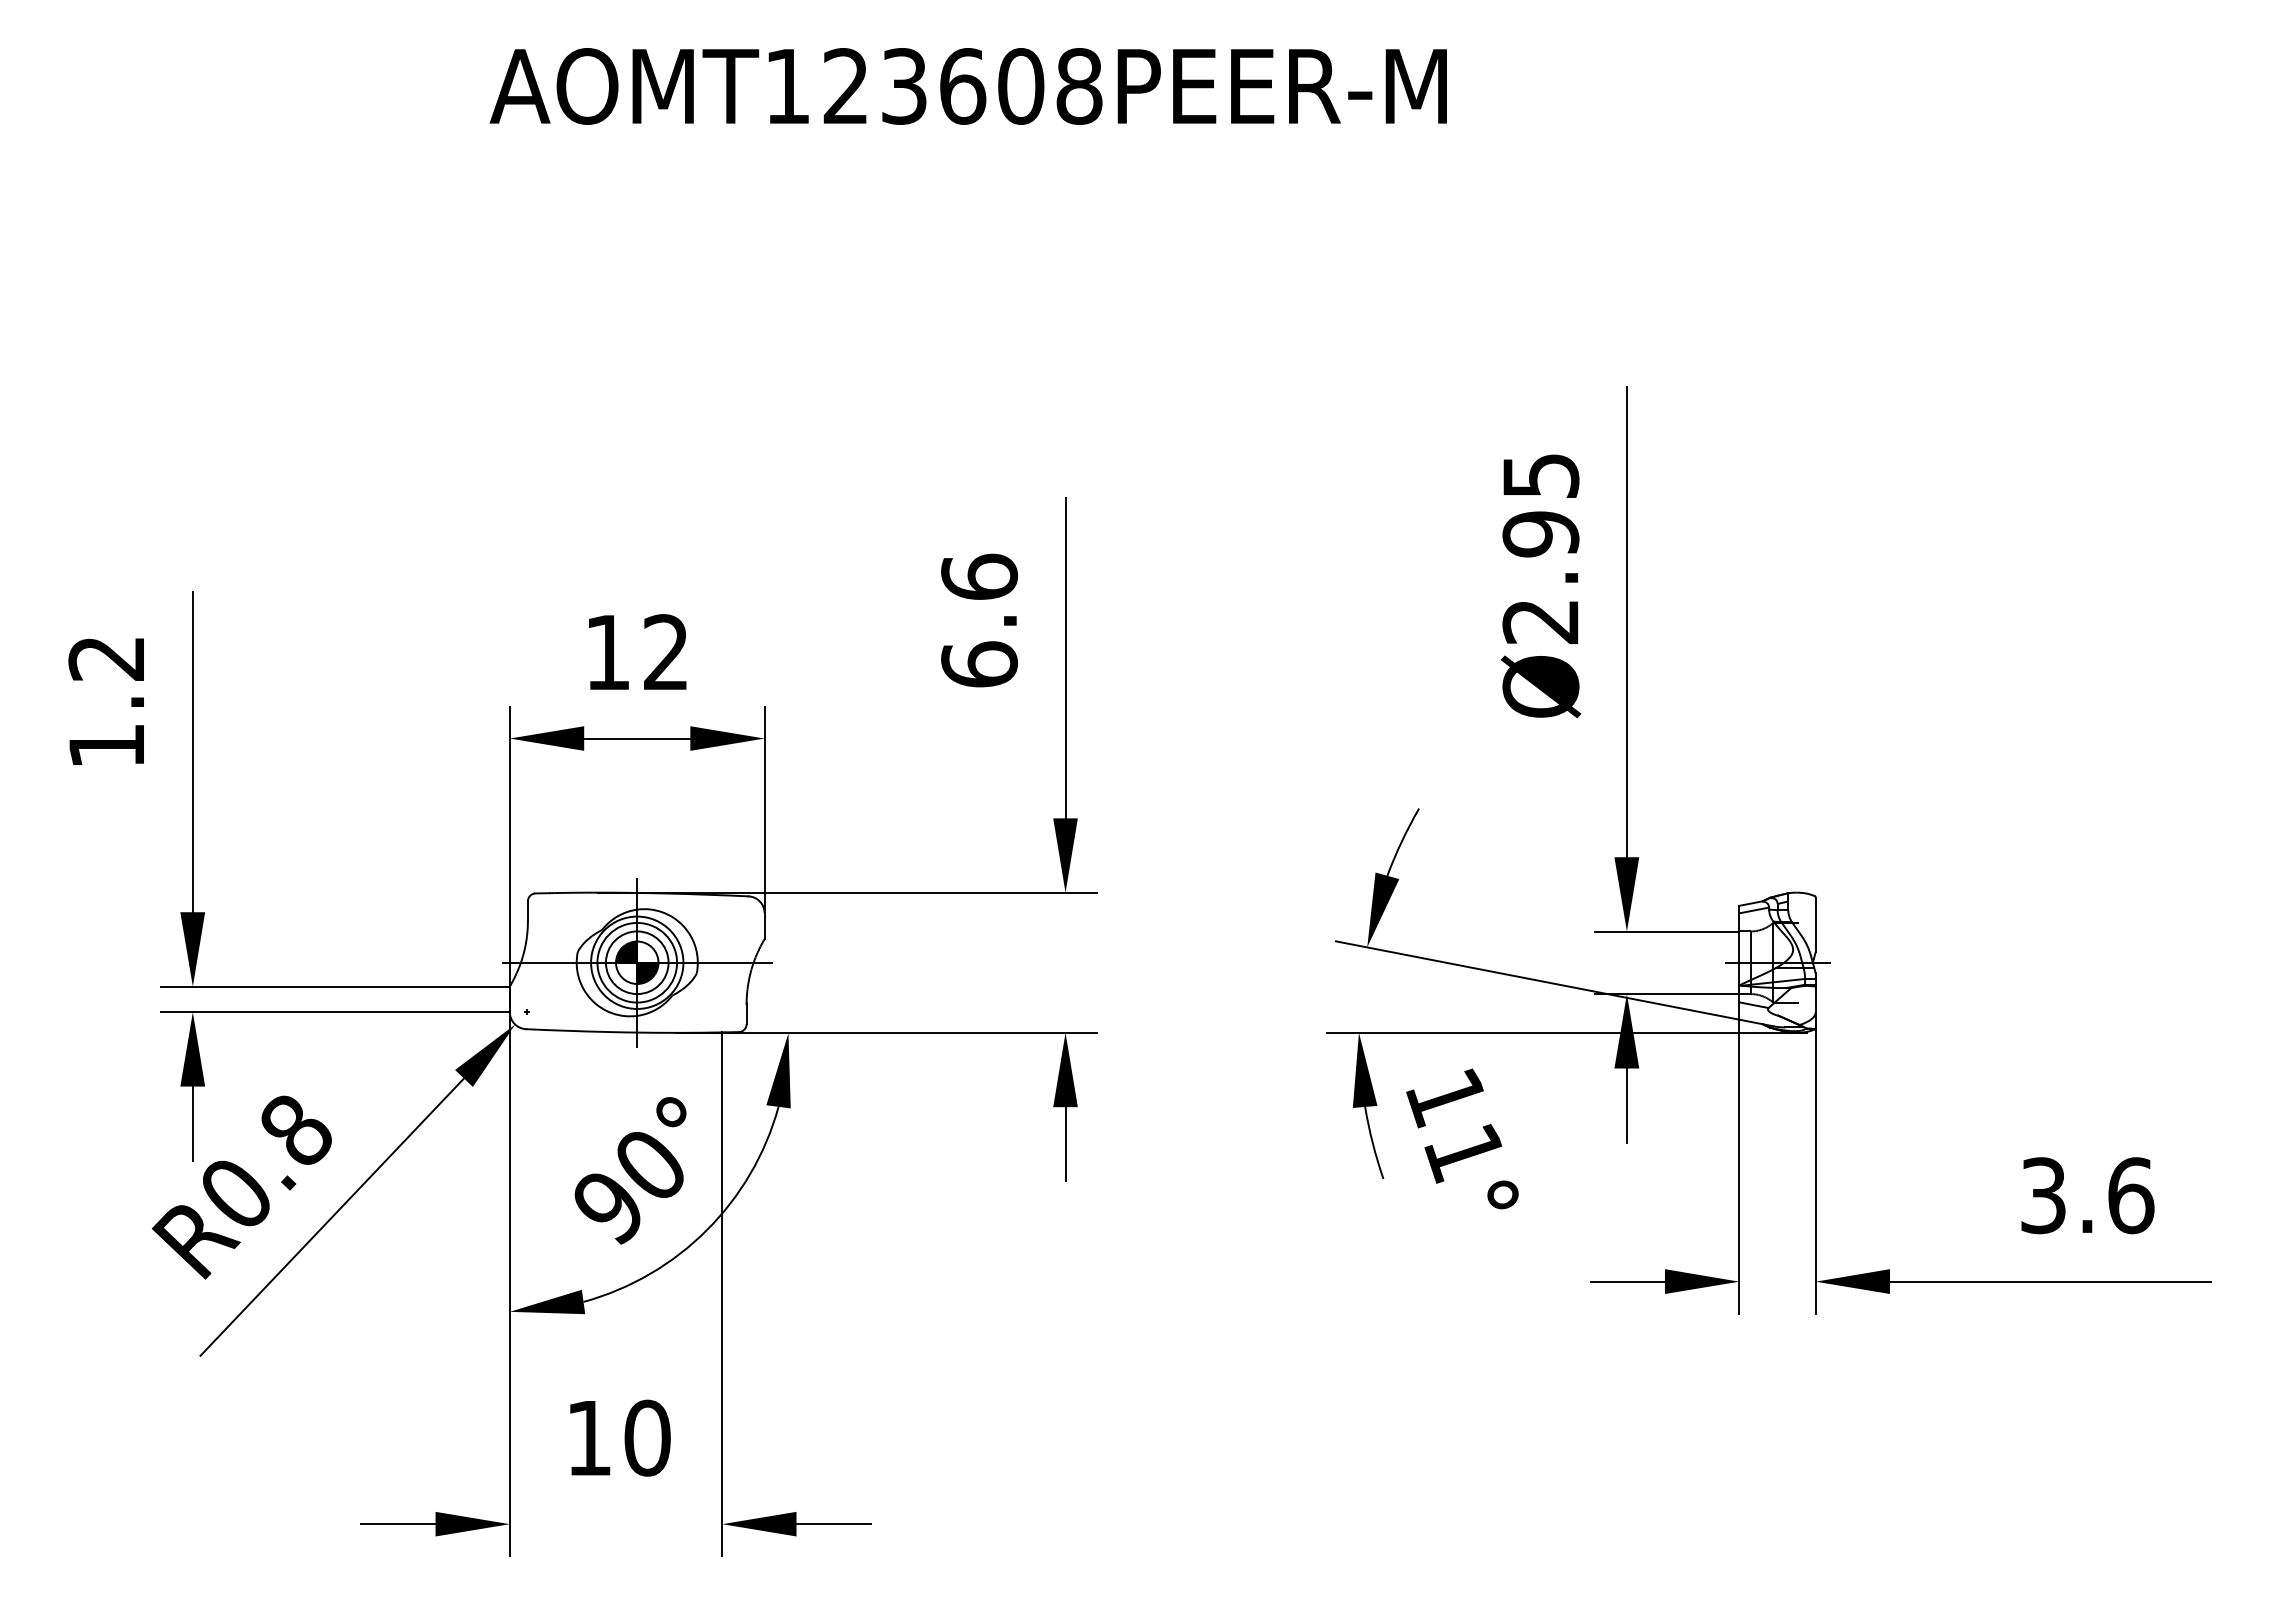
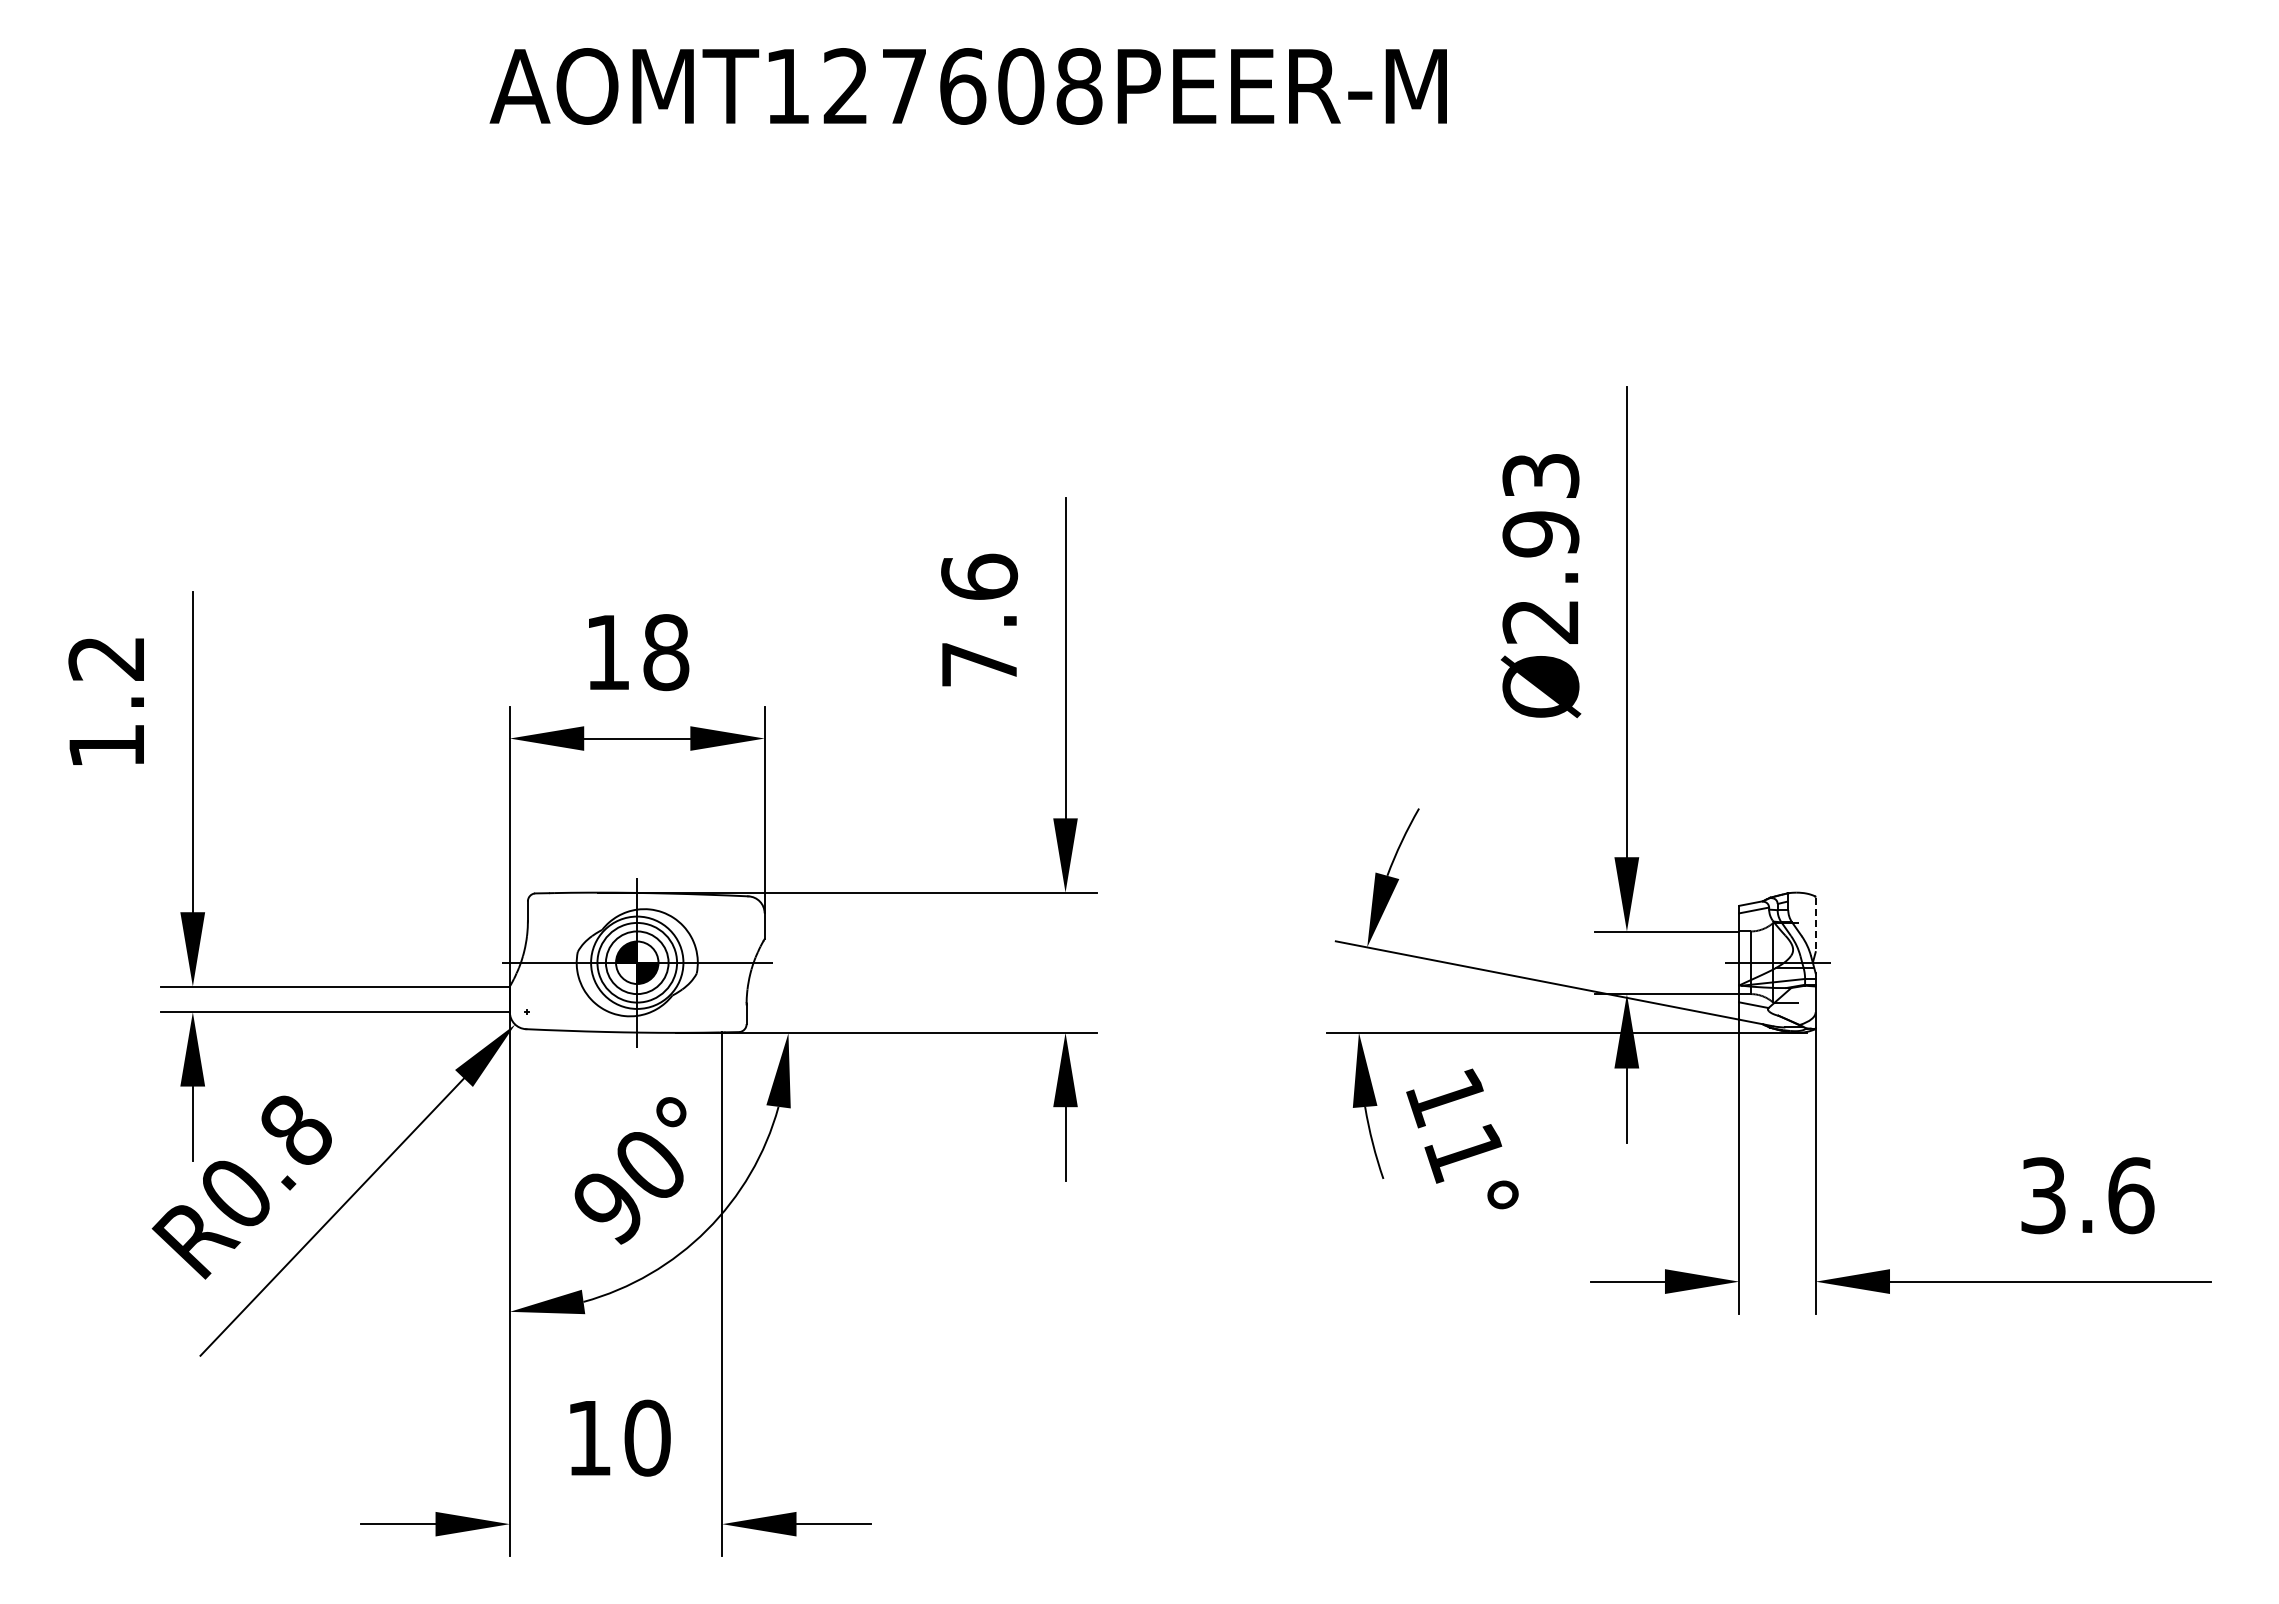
text at (904, 86): AOMT123608PEER-M -> AOMT127608PEER-M
text at (1540, 475): Ø2.95 -> Ø2.93
text at (666, 652): 12 -> 18
text at (979, 664): 6.6 -> 7.6
line at (1815, 925): solid -> dashed
